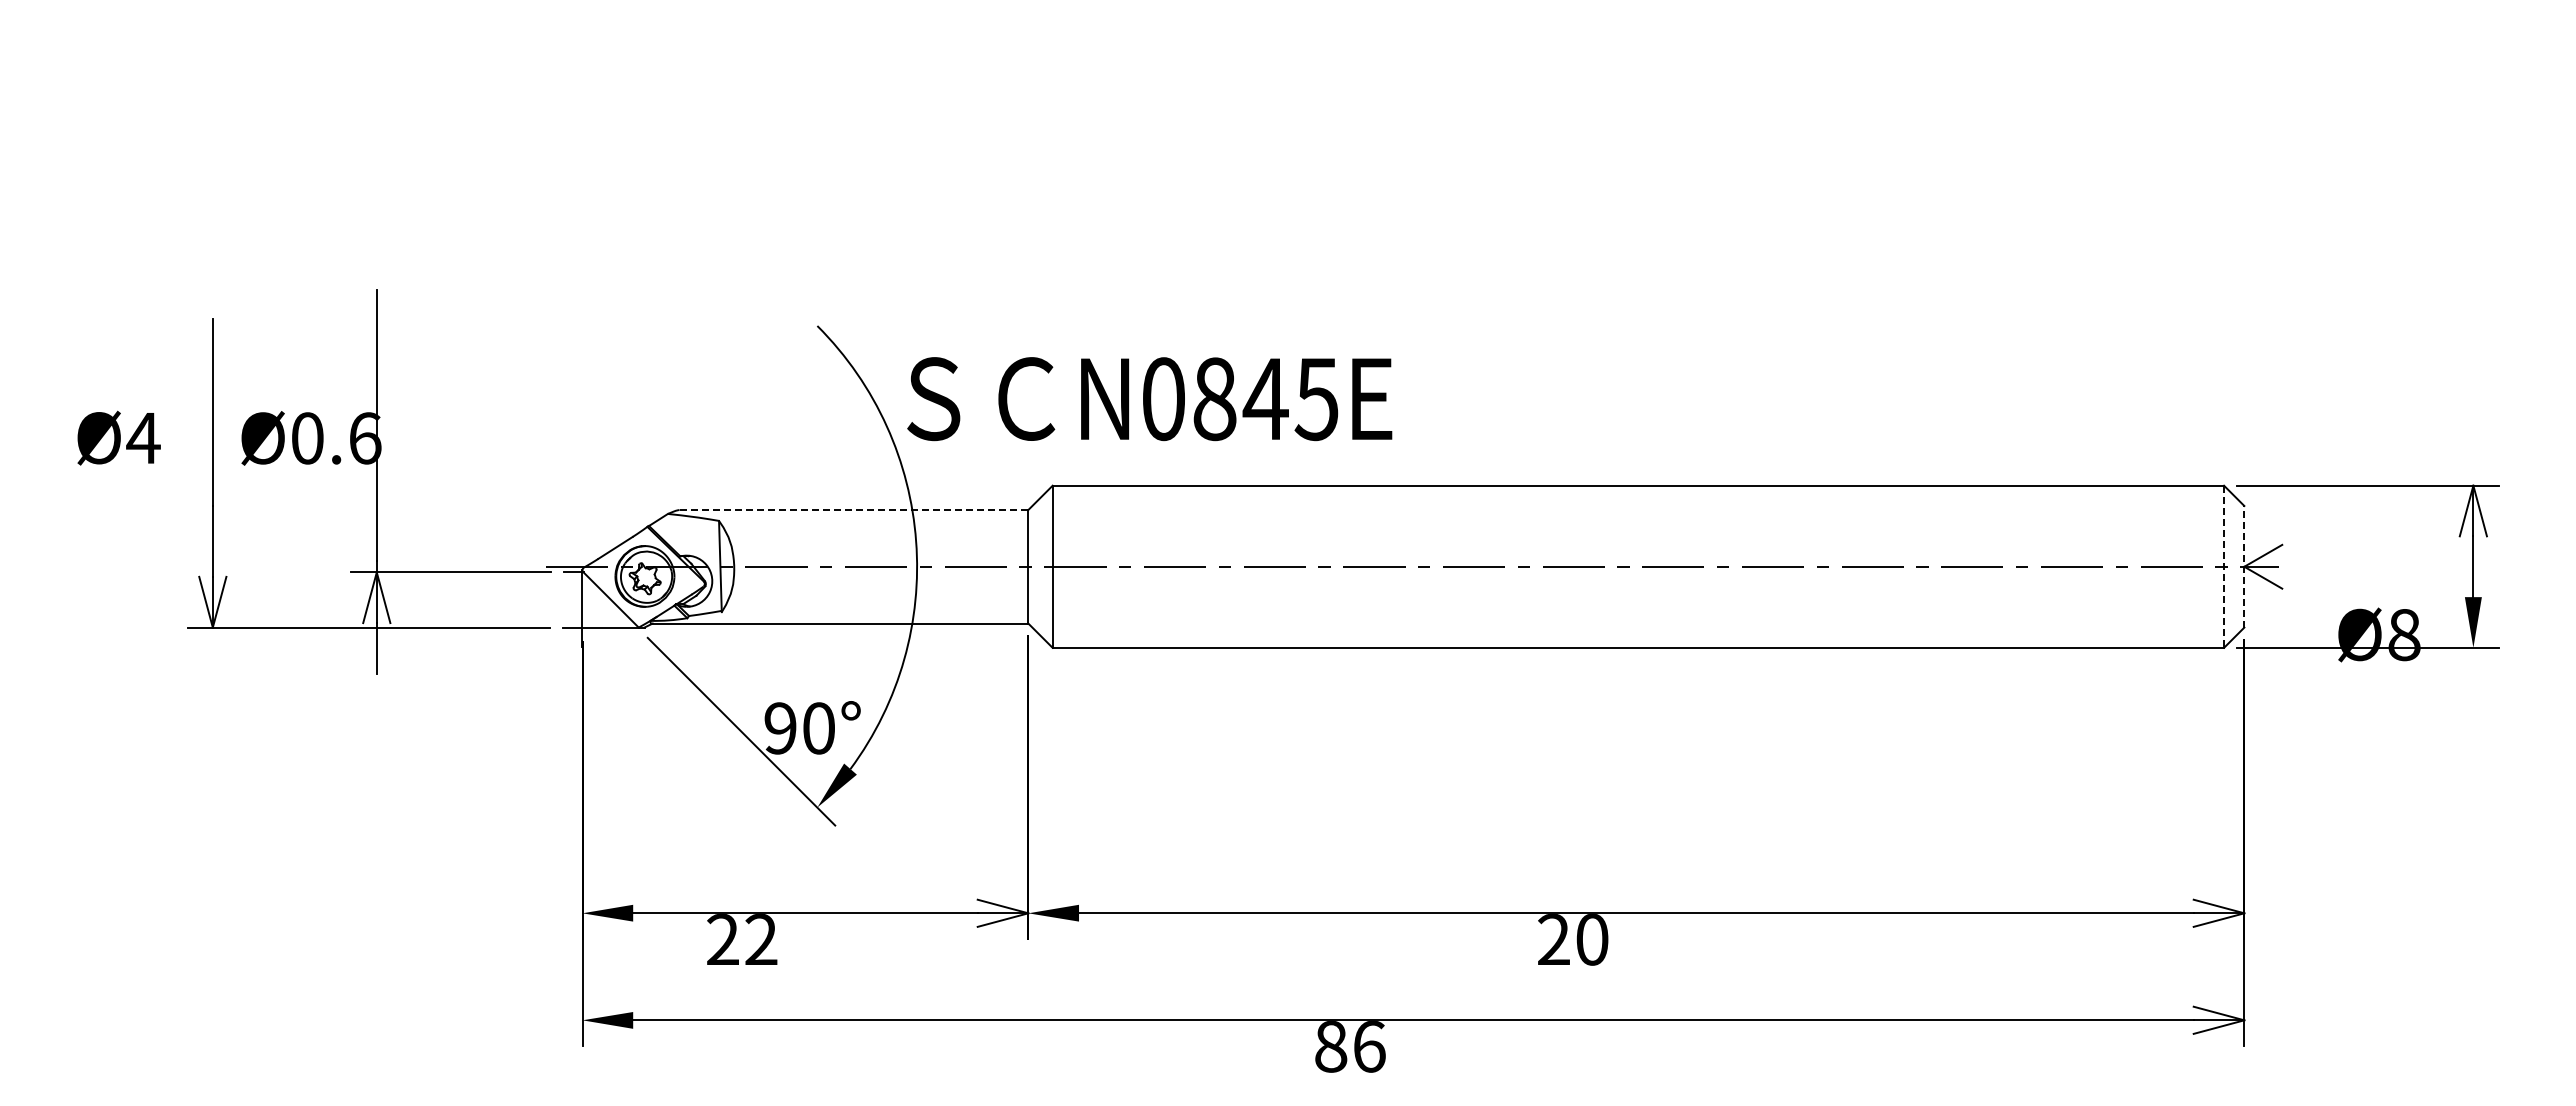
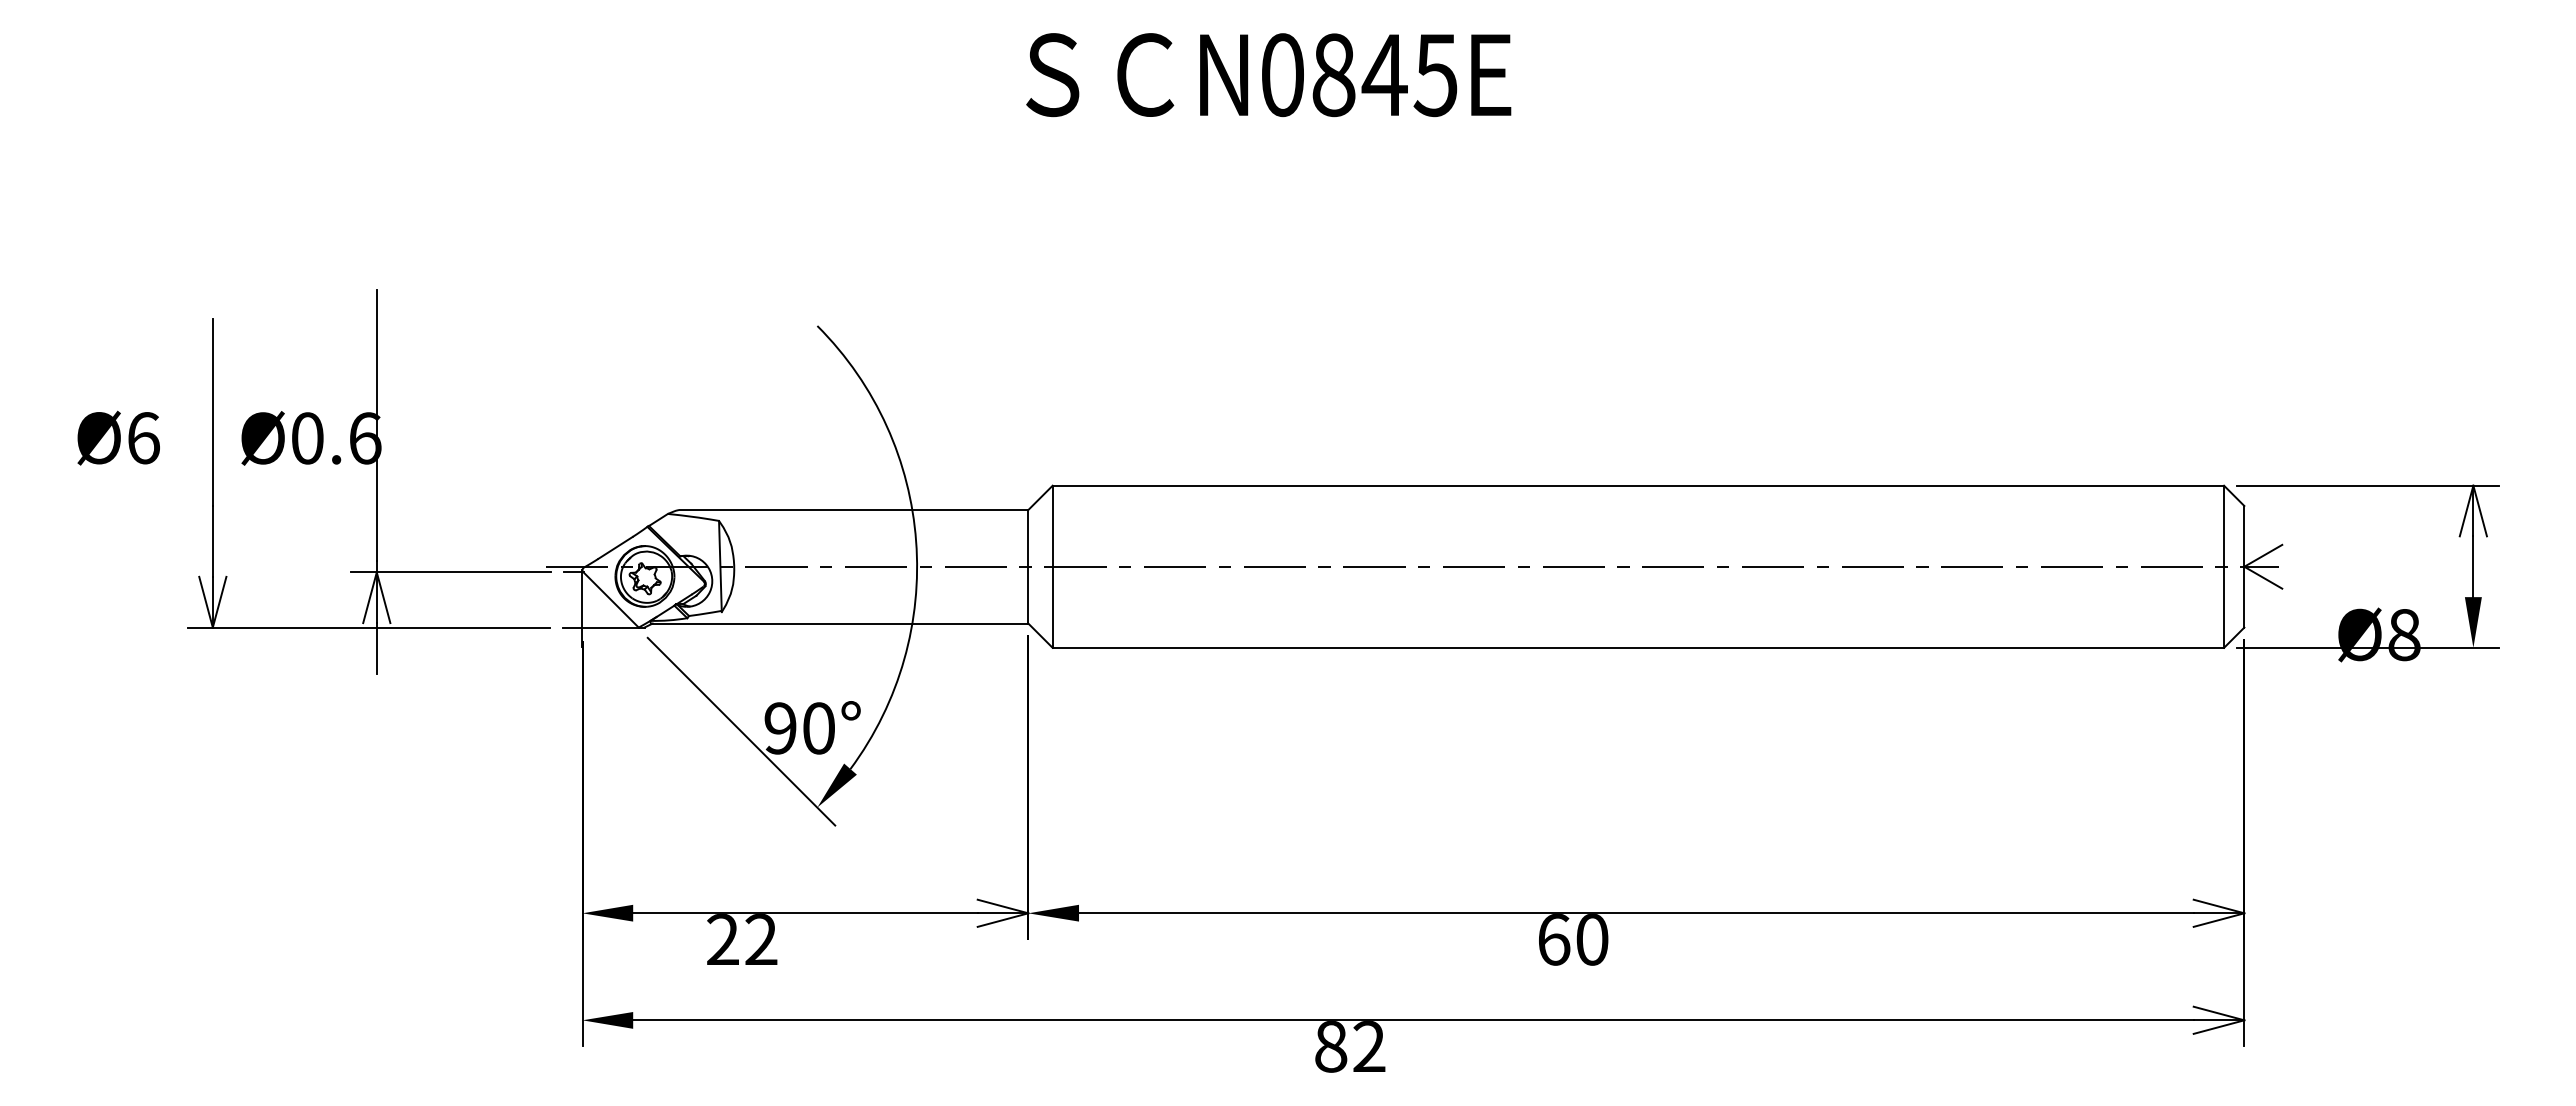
text at (1149, 399) position: (1149, 399) -> (1268, 75)
text at (143, 438): Ø4 -> Ø6
line at (853, 510): dashed -> solid
line at (2244, 566): dashed -> solid
line at (2224, 567): dashed -> solid
text at (1554, 939): 20 -> 60
text at (1369, 1046): 86 -> 82
